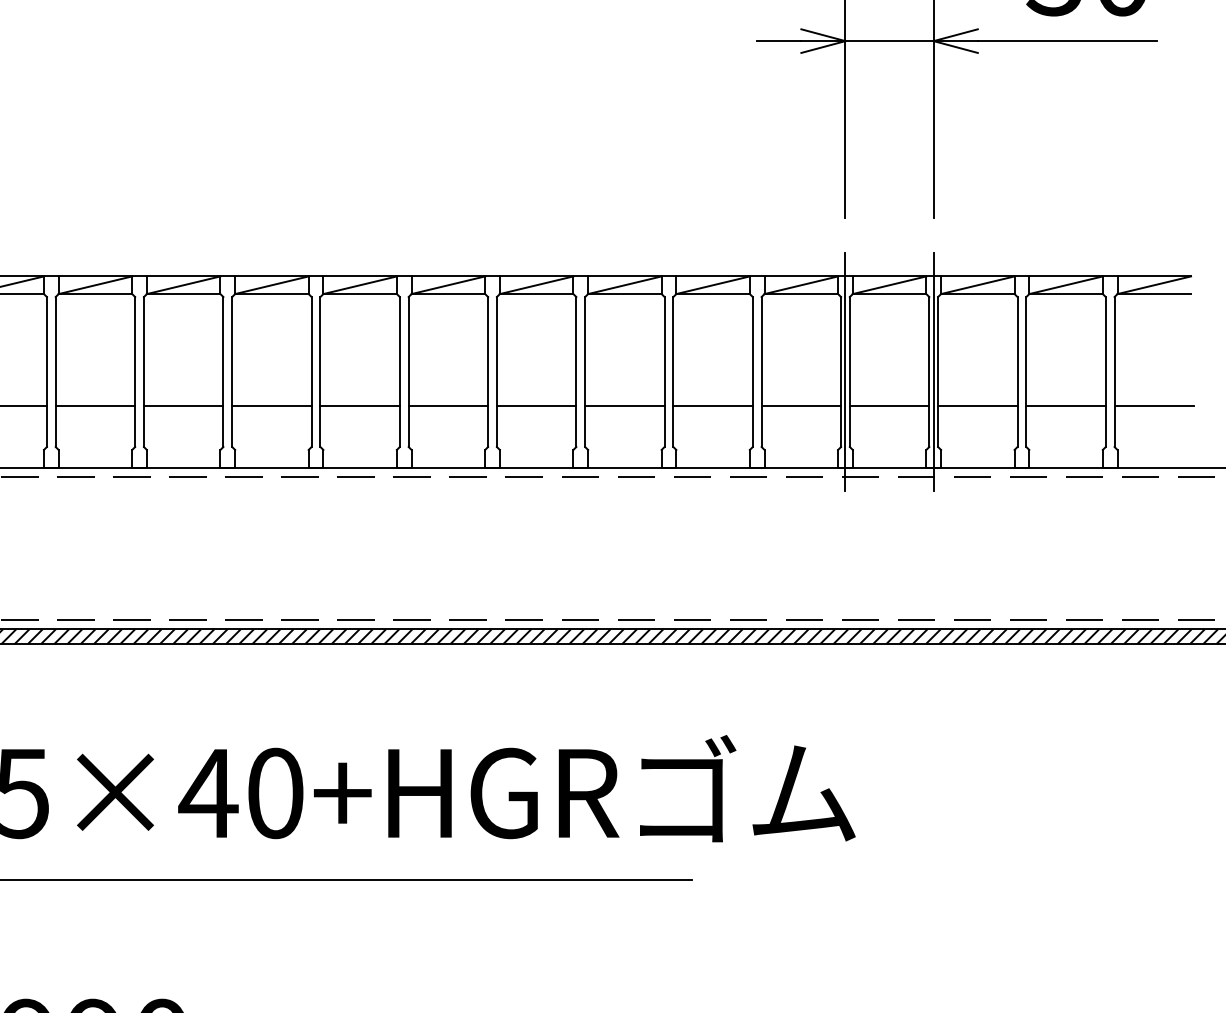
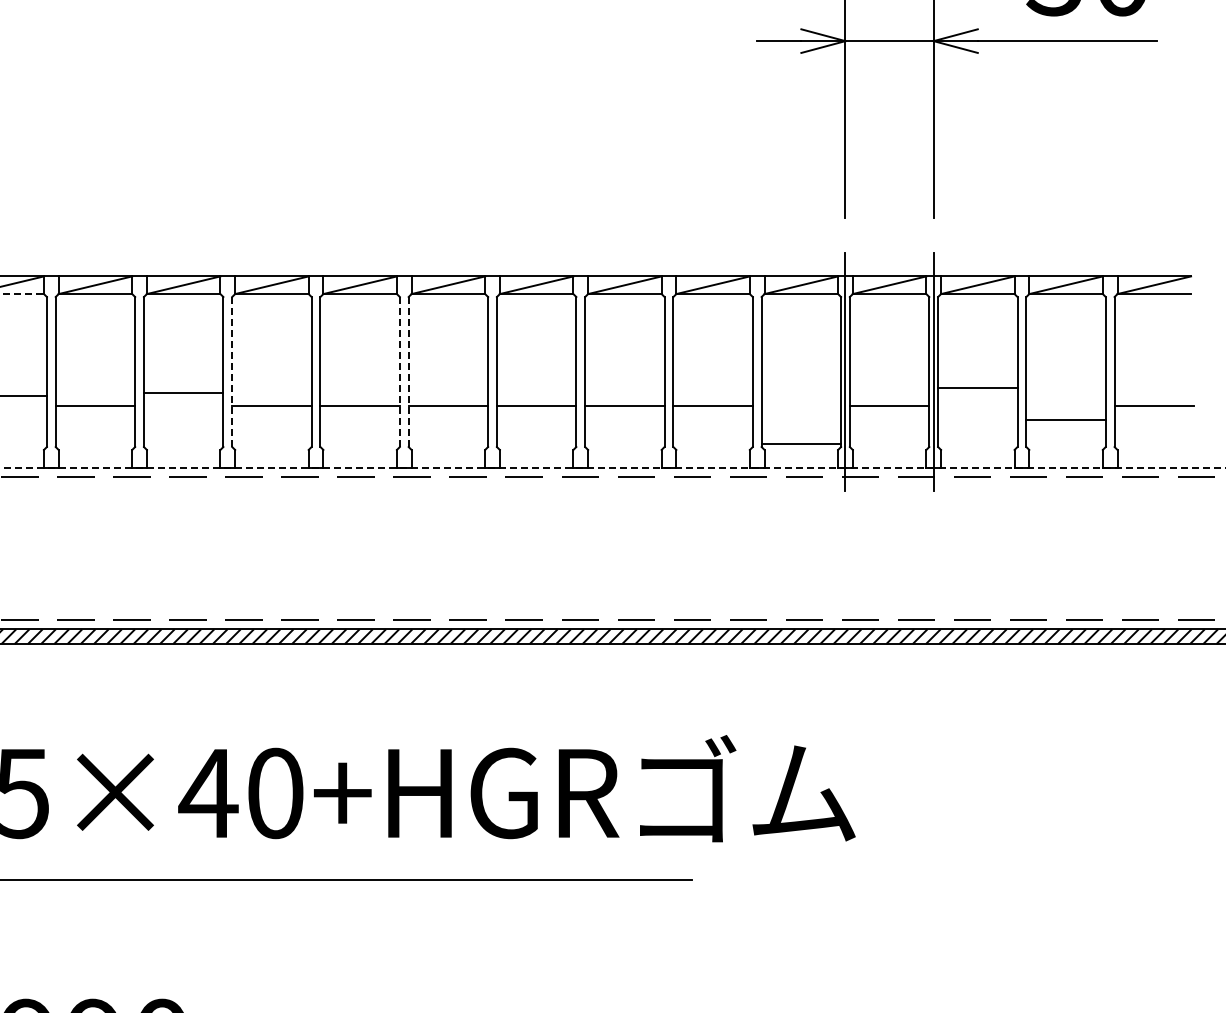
line at (22, 294): solid -> dashed
line at (232, 372): solid -> dashed
line at (399, 372): solid -> dashed
line at (408, 372): solid -> dashed
line at (24, 405) position: (24, 405) -> (24, 395)
line at (183, 405) position: (183, 405) -> (183, 392)
line at (801, 405) position: (801, 405) -> (801, 443)
line at (977, 405) position: (977, 405) -> (977, 387)
line at (1065, 405) position: (1065, 405) -> (1065, 419)
line at (612, 467): solid -> dashed
